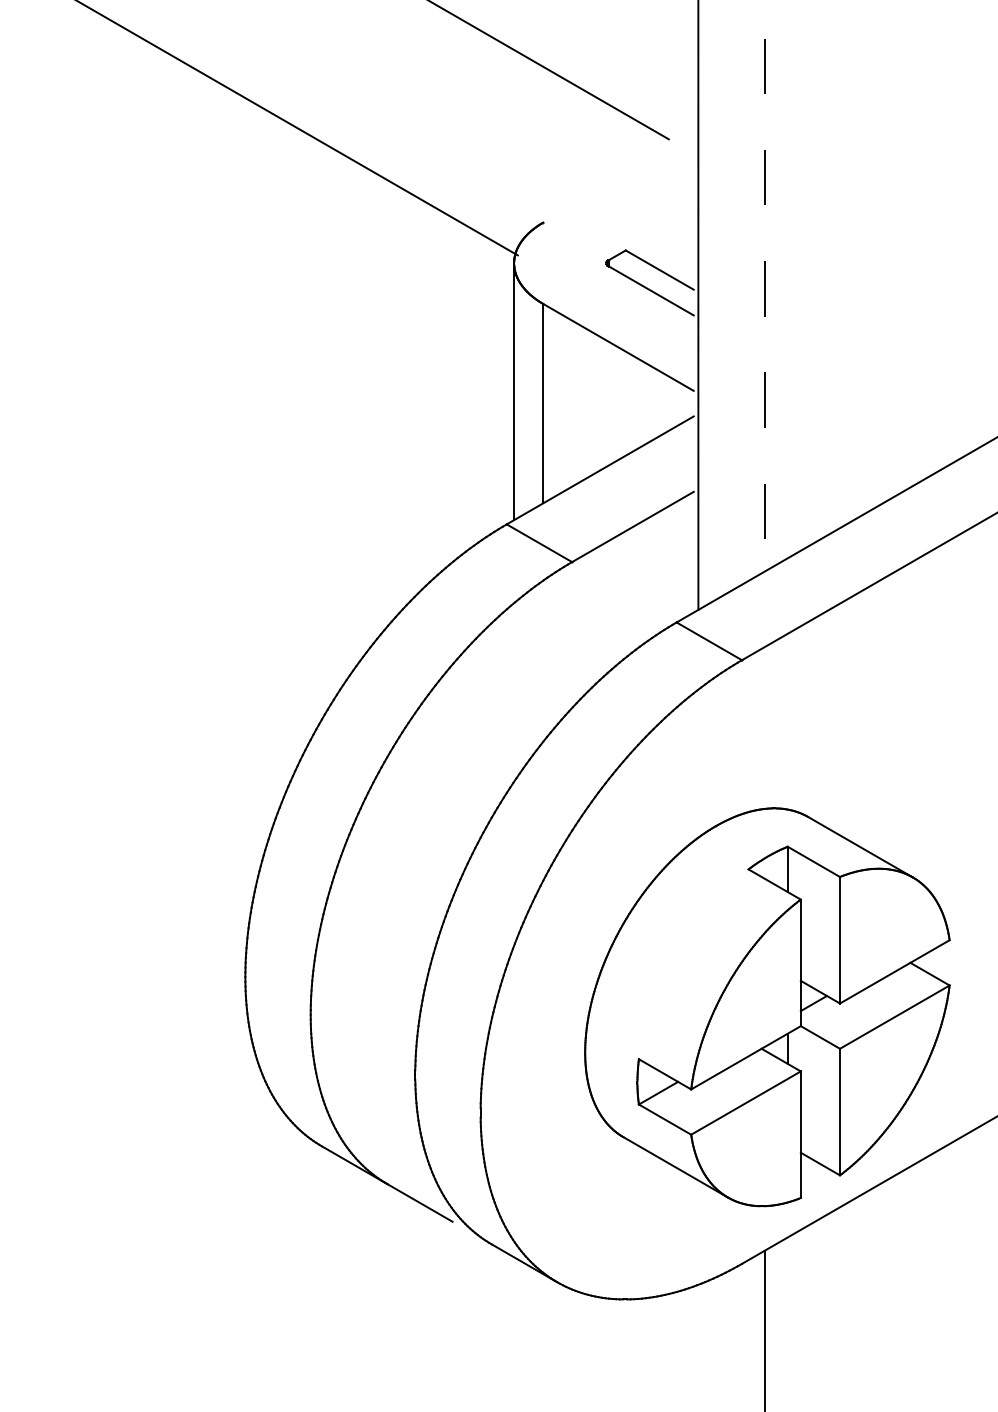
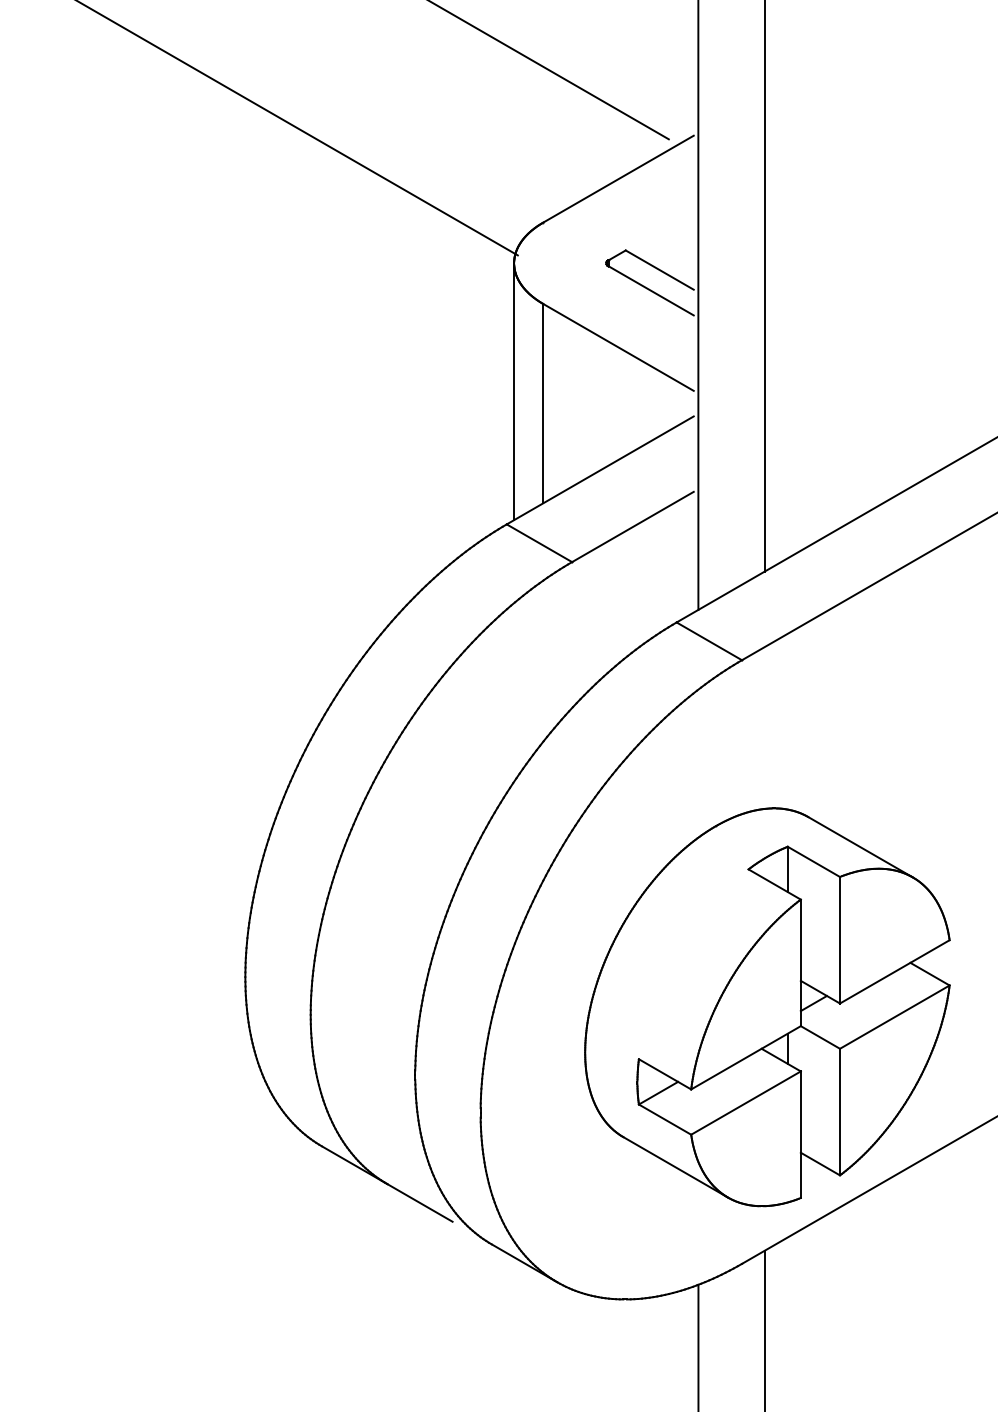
line at (618, 178): none -> present
line at (764, 286): dashed -> solid
line at (698, 1346): none -> present
